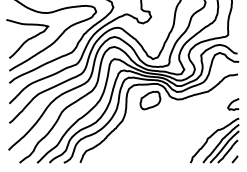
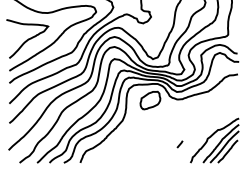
curve at (232, 103): present -> none
line at (234, 159) position: (234, 159) -> (179, 144)
